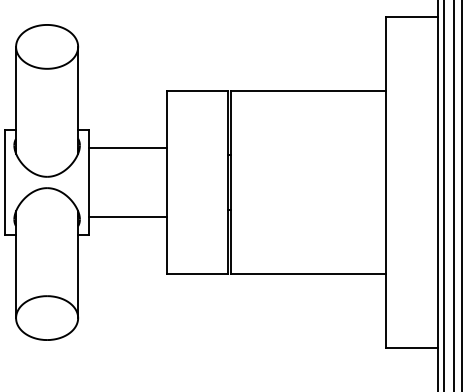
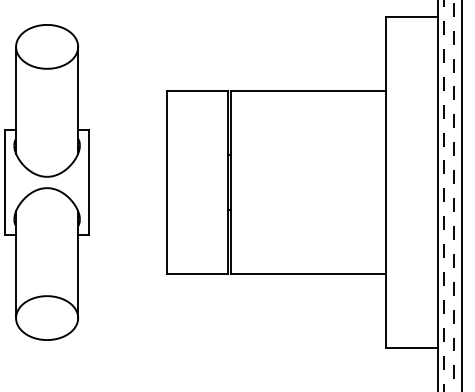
line at (127, 147): present -> none
line at (443, 195): solid -> dashed
line at (454, 195): solid -> dashed
line at (127, 217): present -> none
